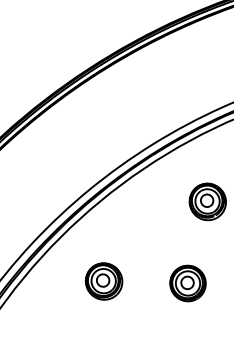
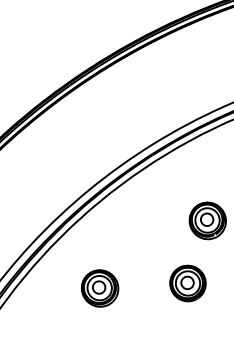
part at (207, 201) position: (207, 201) -> (207, 220)
part at (104, 281) position: (104, 281) -> (100, 288)
